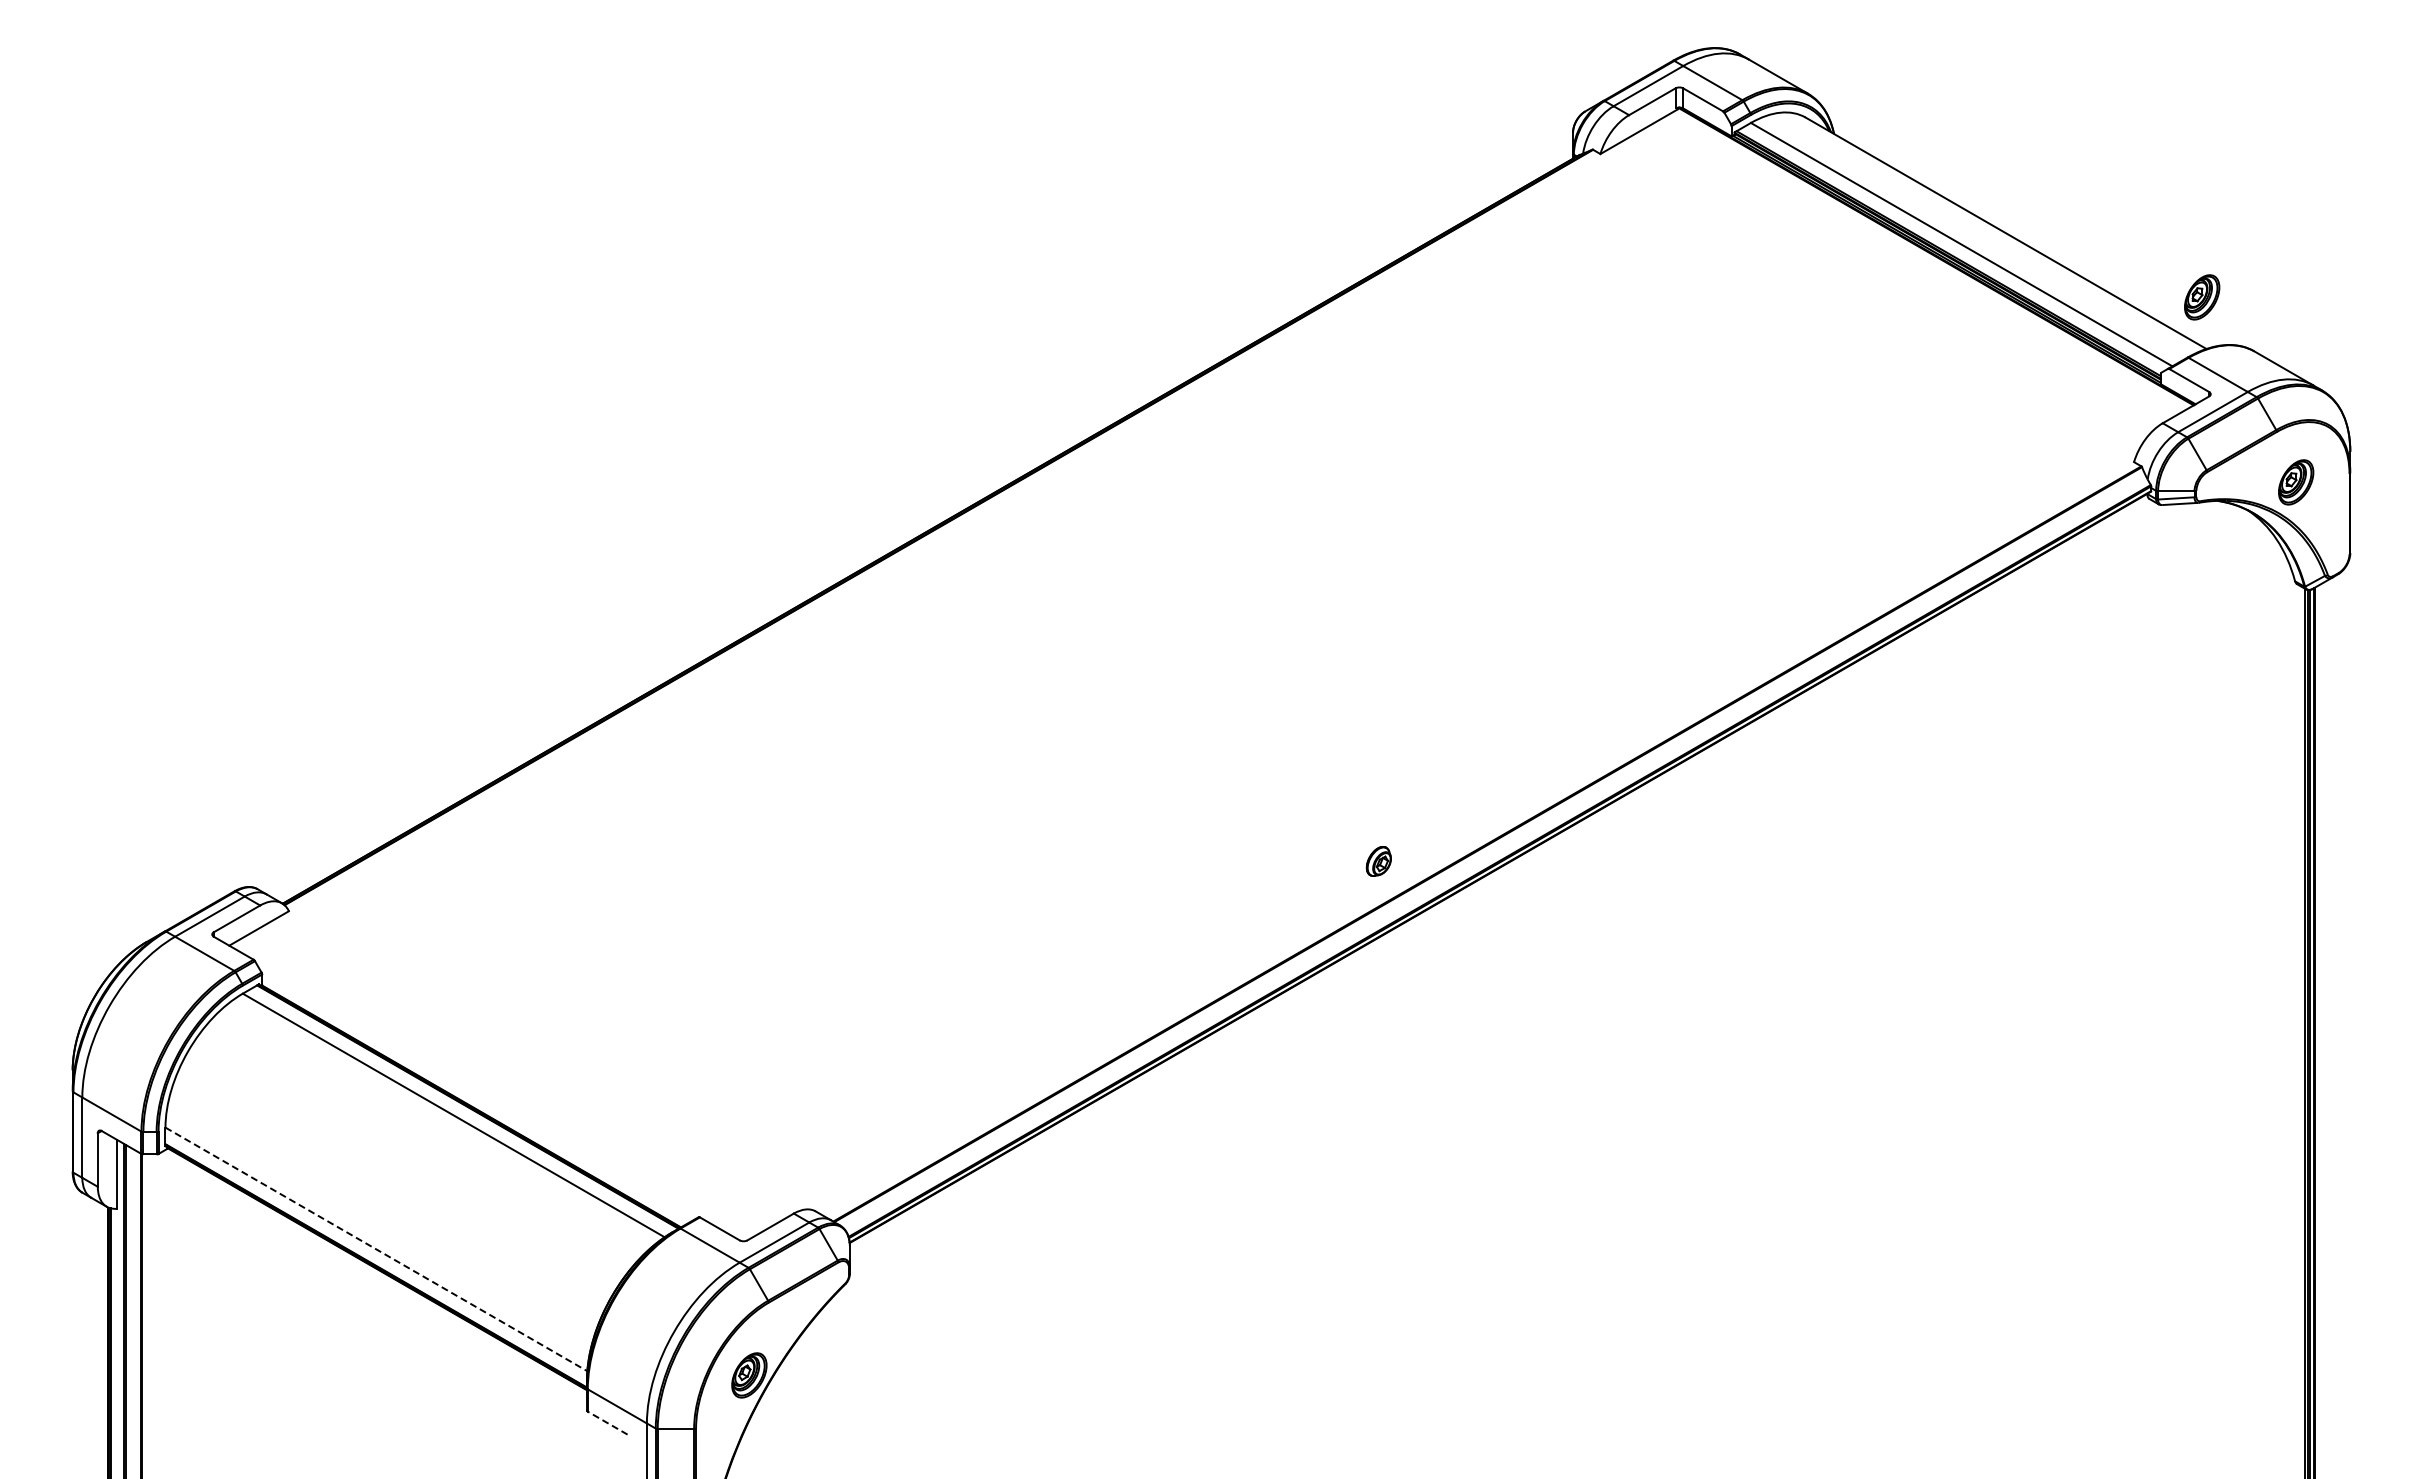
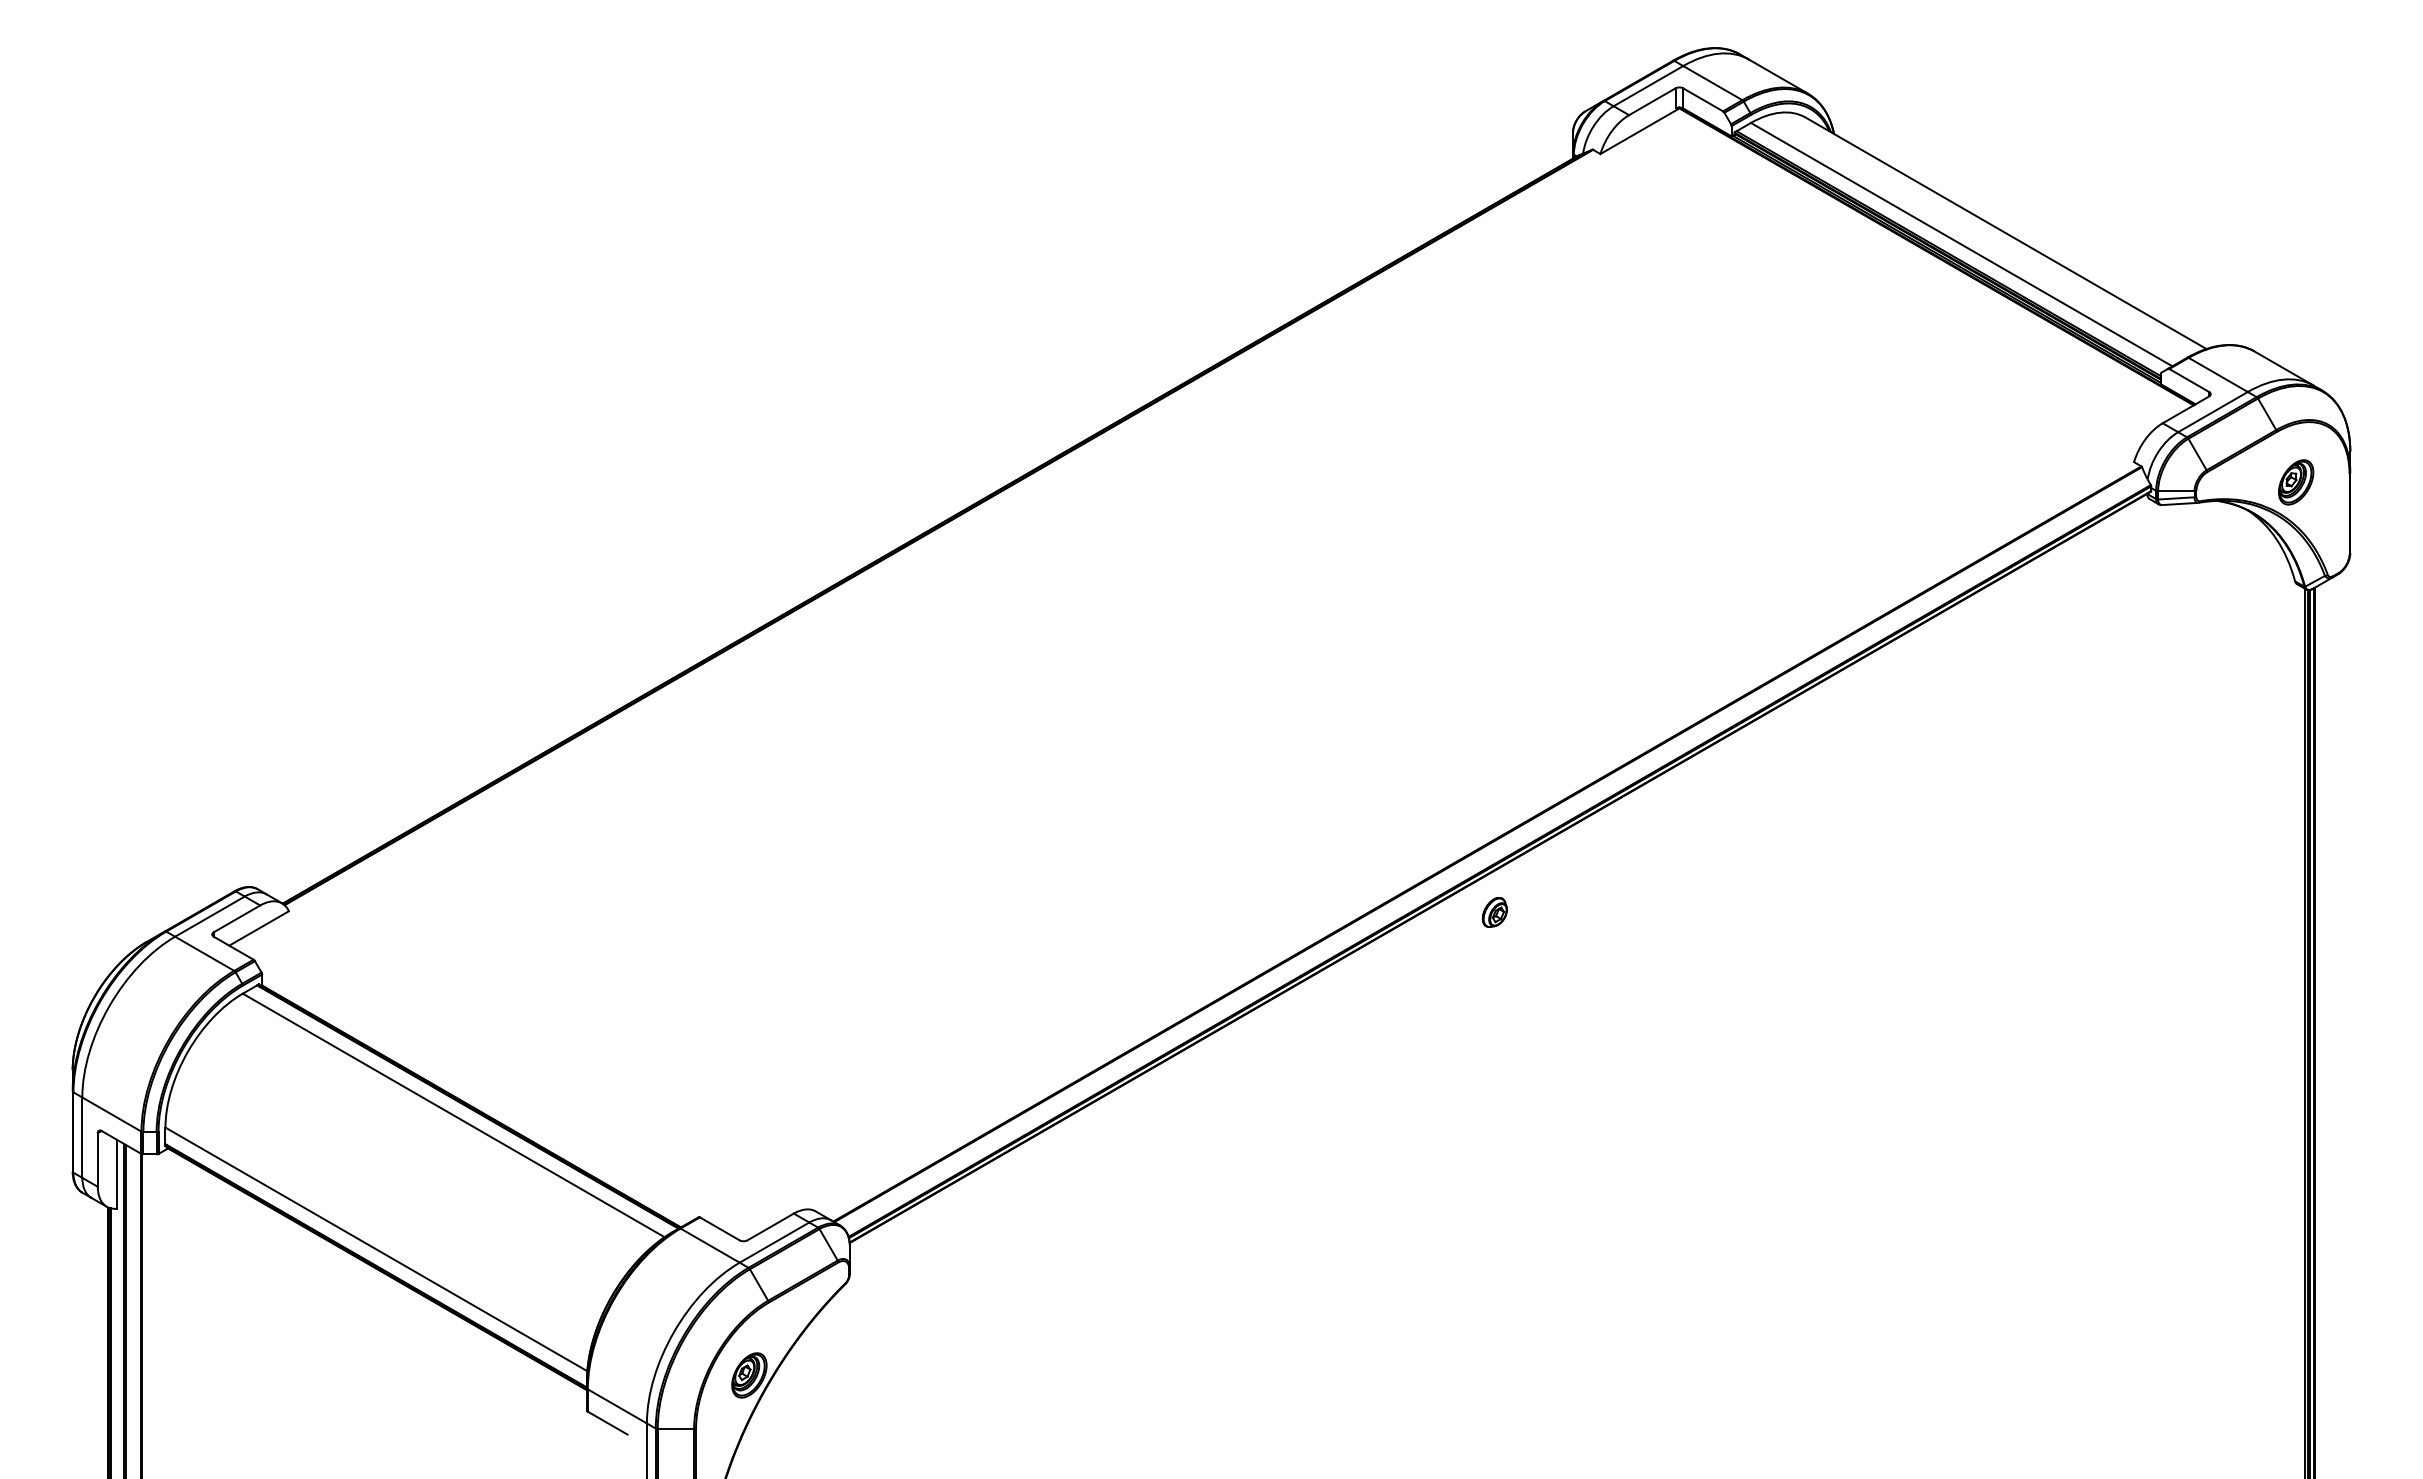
part at (2202, 297): present -> none
part at (1378, 861) position: (1378, 861) -> (1494, 912)
line at (376, 1249): dashed -> solid
line at (607, 1423): dashed -> solid
